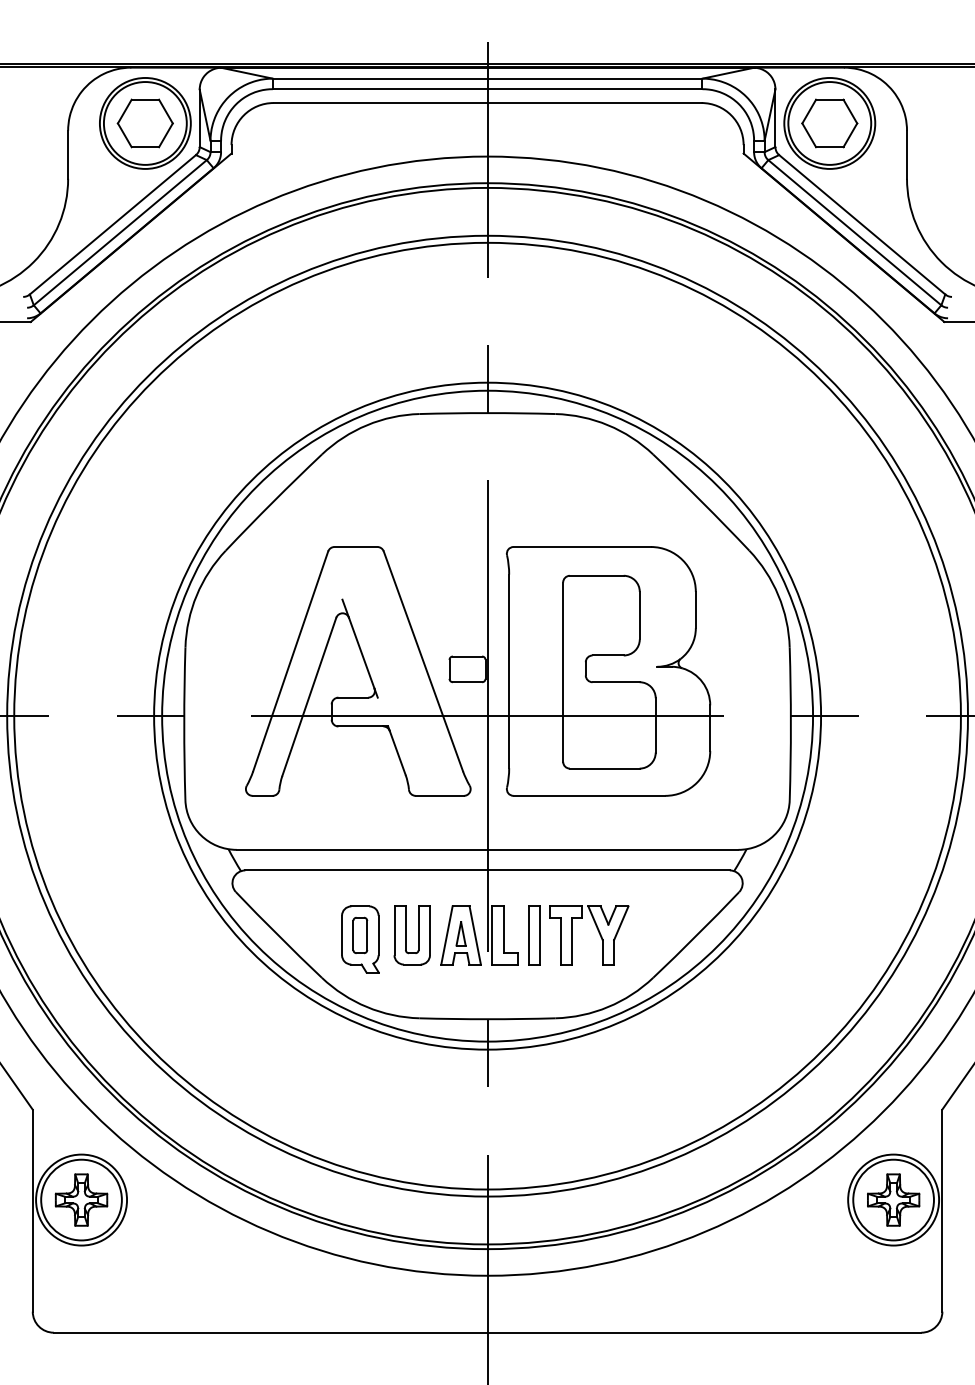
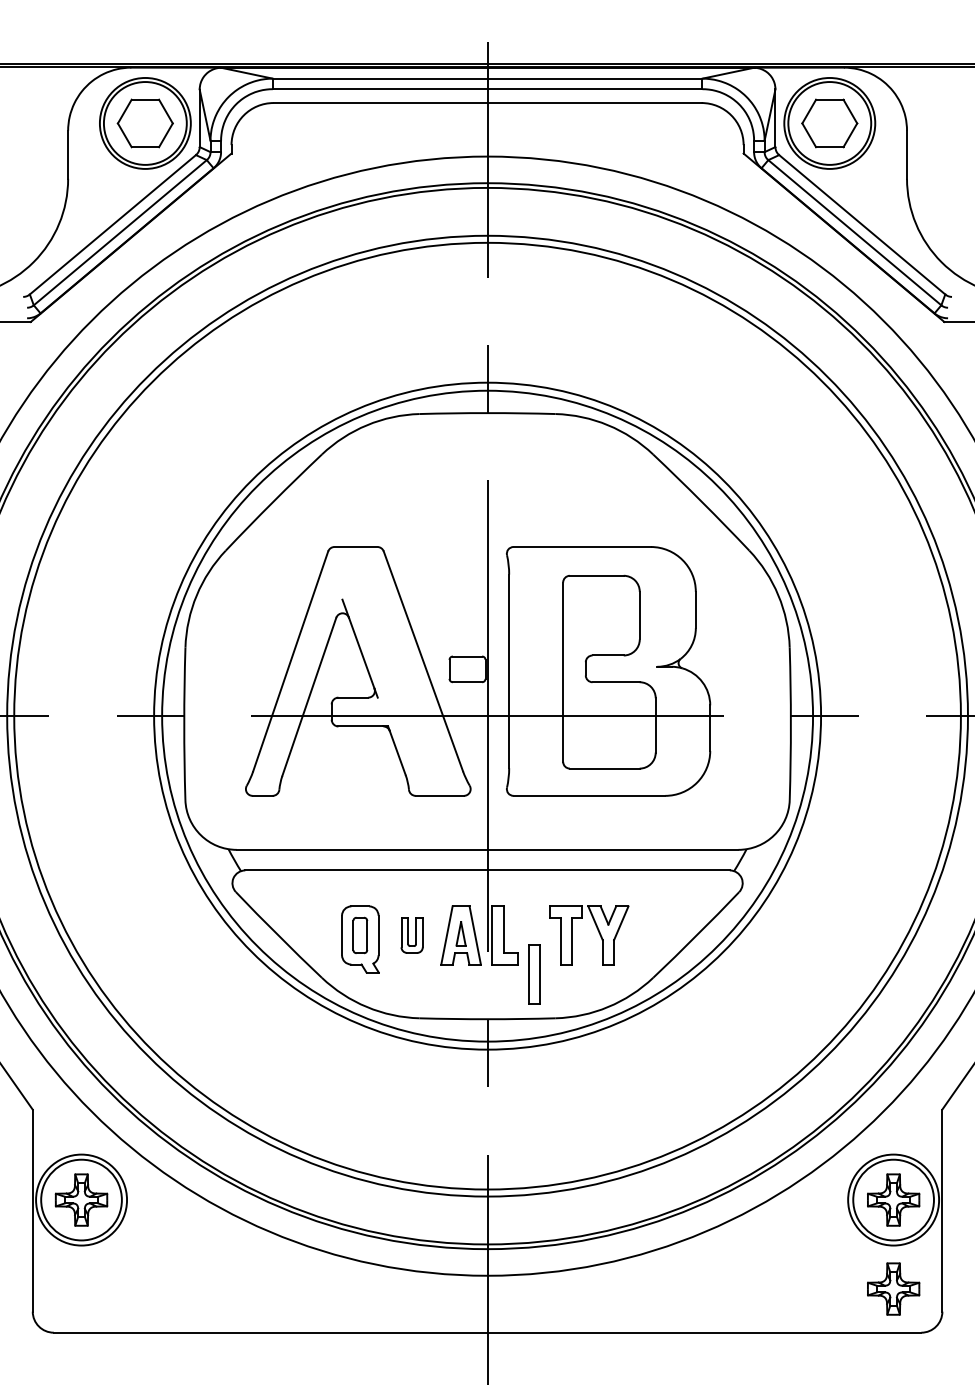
part at (411, 935) size: 38x61 px -> 24x37 px
part at (534, 935) position: (534, 935) -> (534, 974)
part at (893, 1288): none -> present
